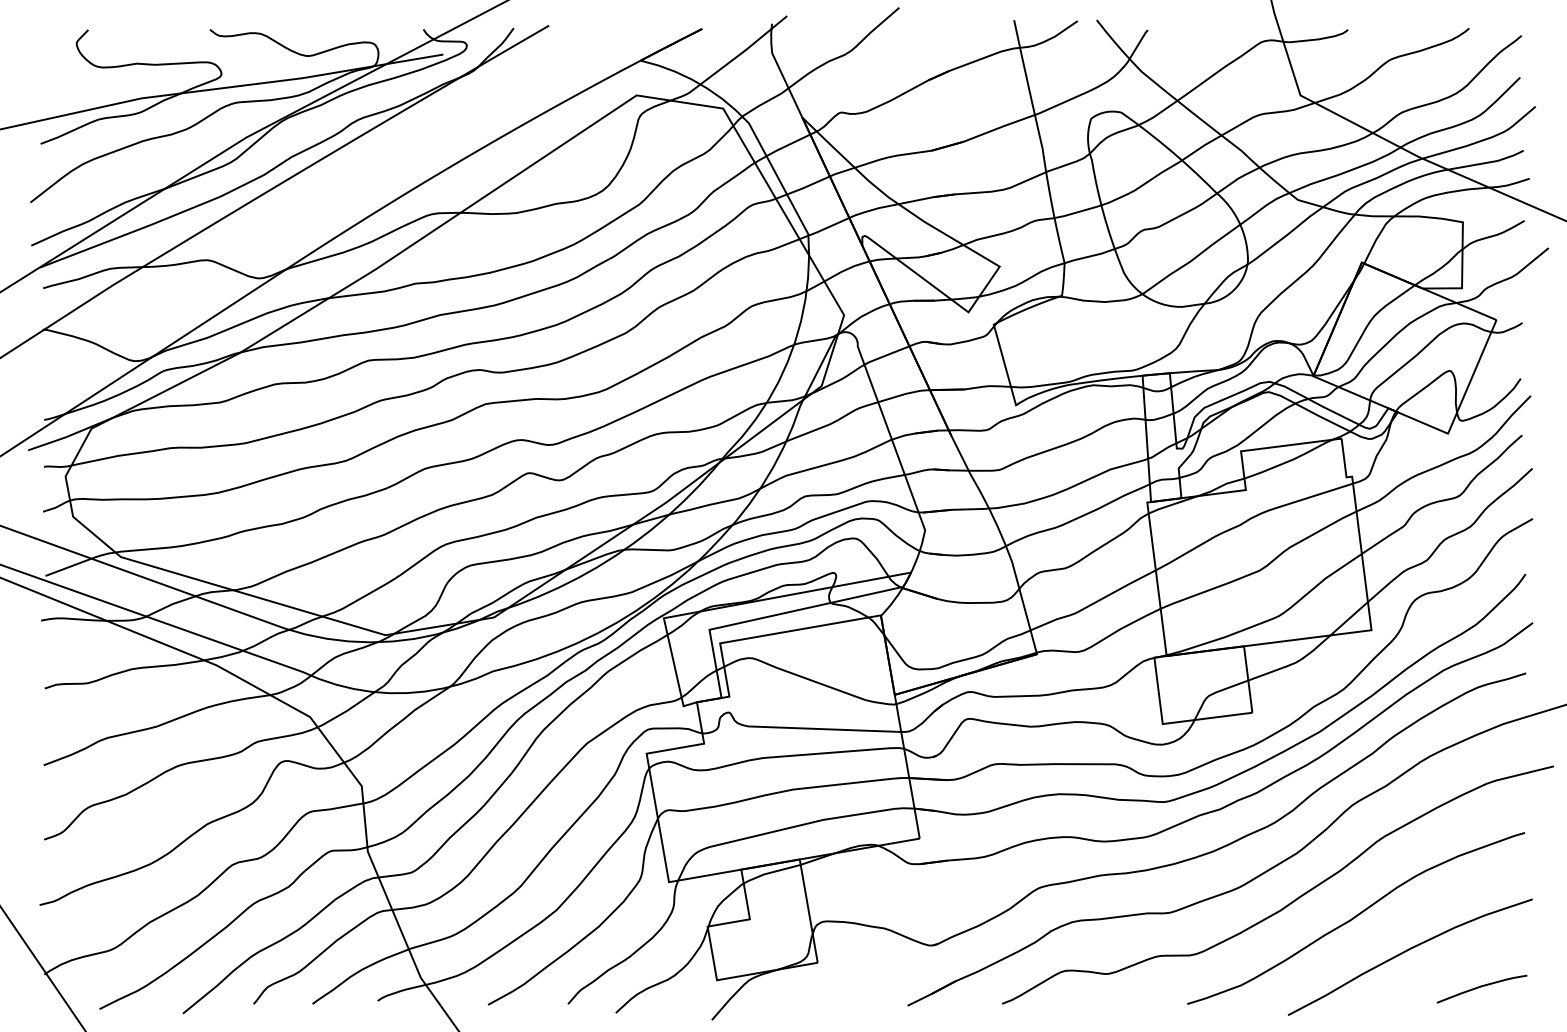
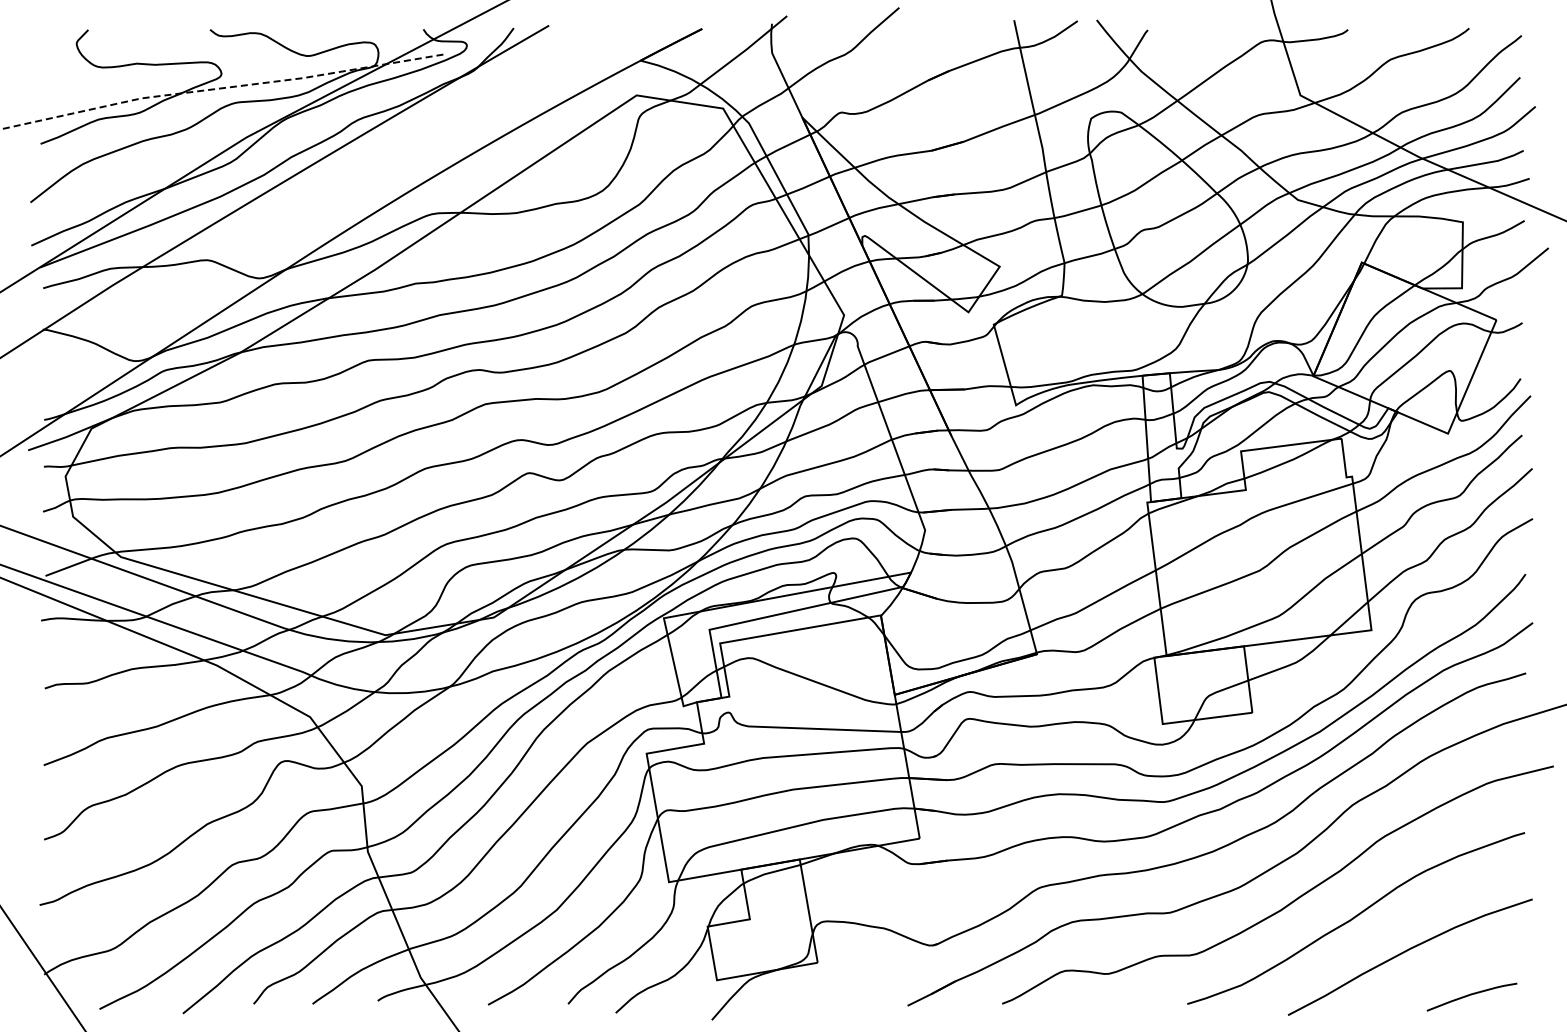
line at (220, 88): solid -> dashed
curve at (1481, 987) position: (1481, 987) -> (1471, 995)
